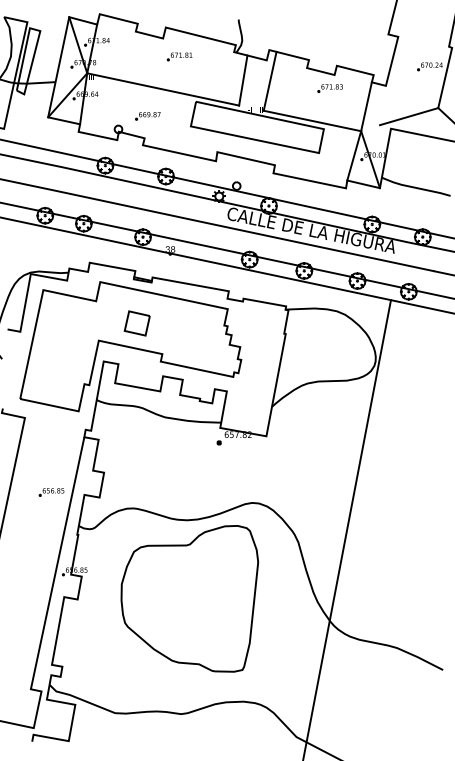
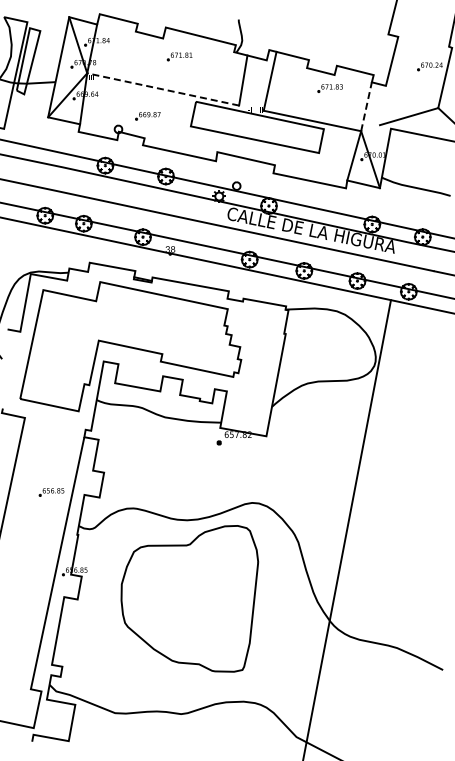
line at (163, 89): solid -> dashed
line at (366, 106): solid -> dashed
part at (136, 323): present -> none
